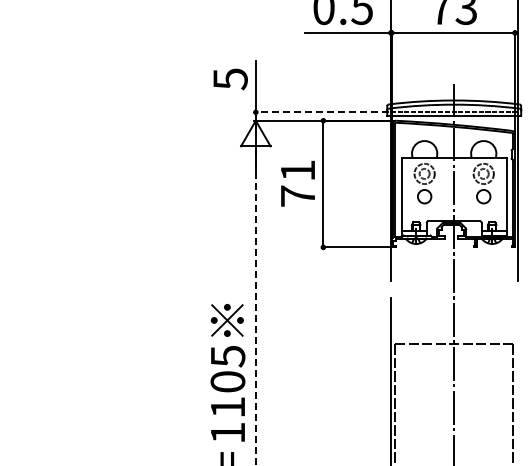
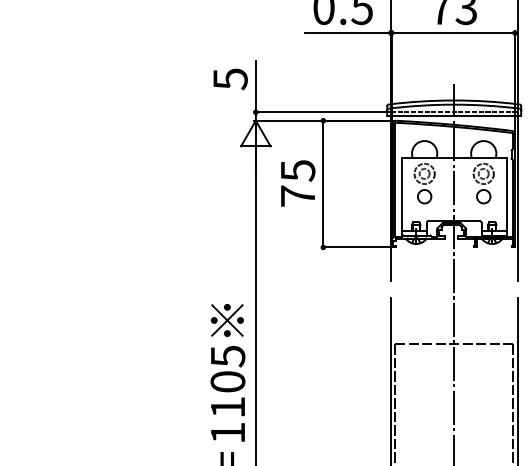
line at (321, 112): dashed -> solid
text at (298, 170): 71 -> 75
line at (255, 308): dashed -> solid
line at (517, 380): none -> present
